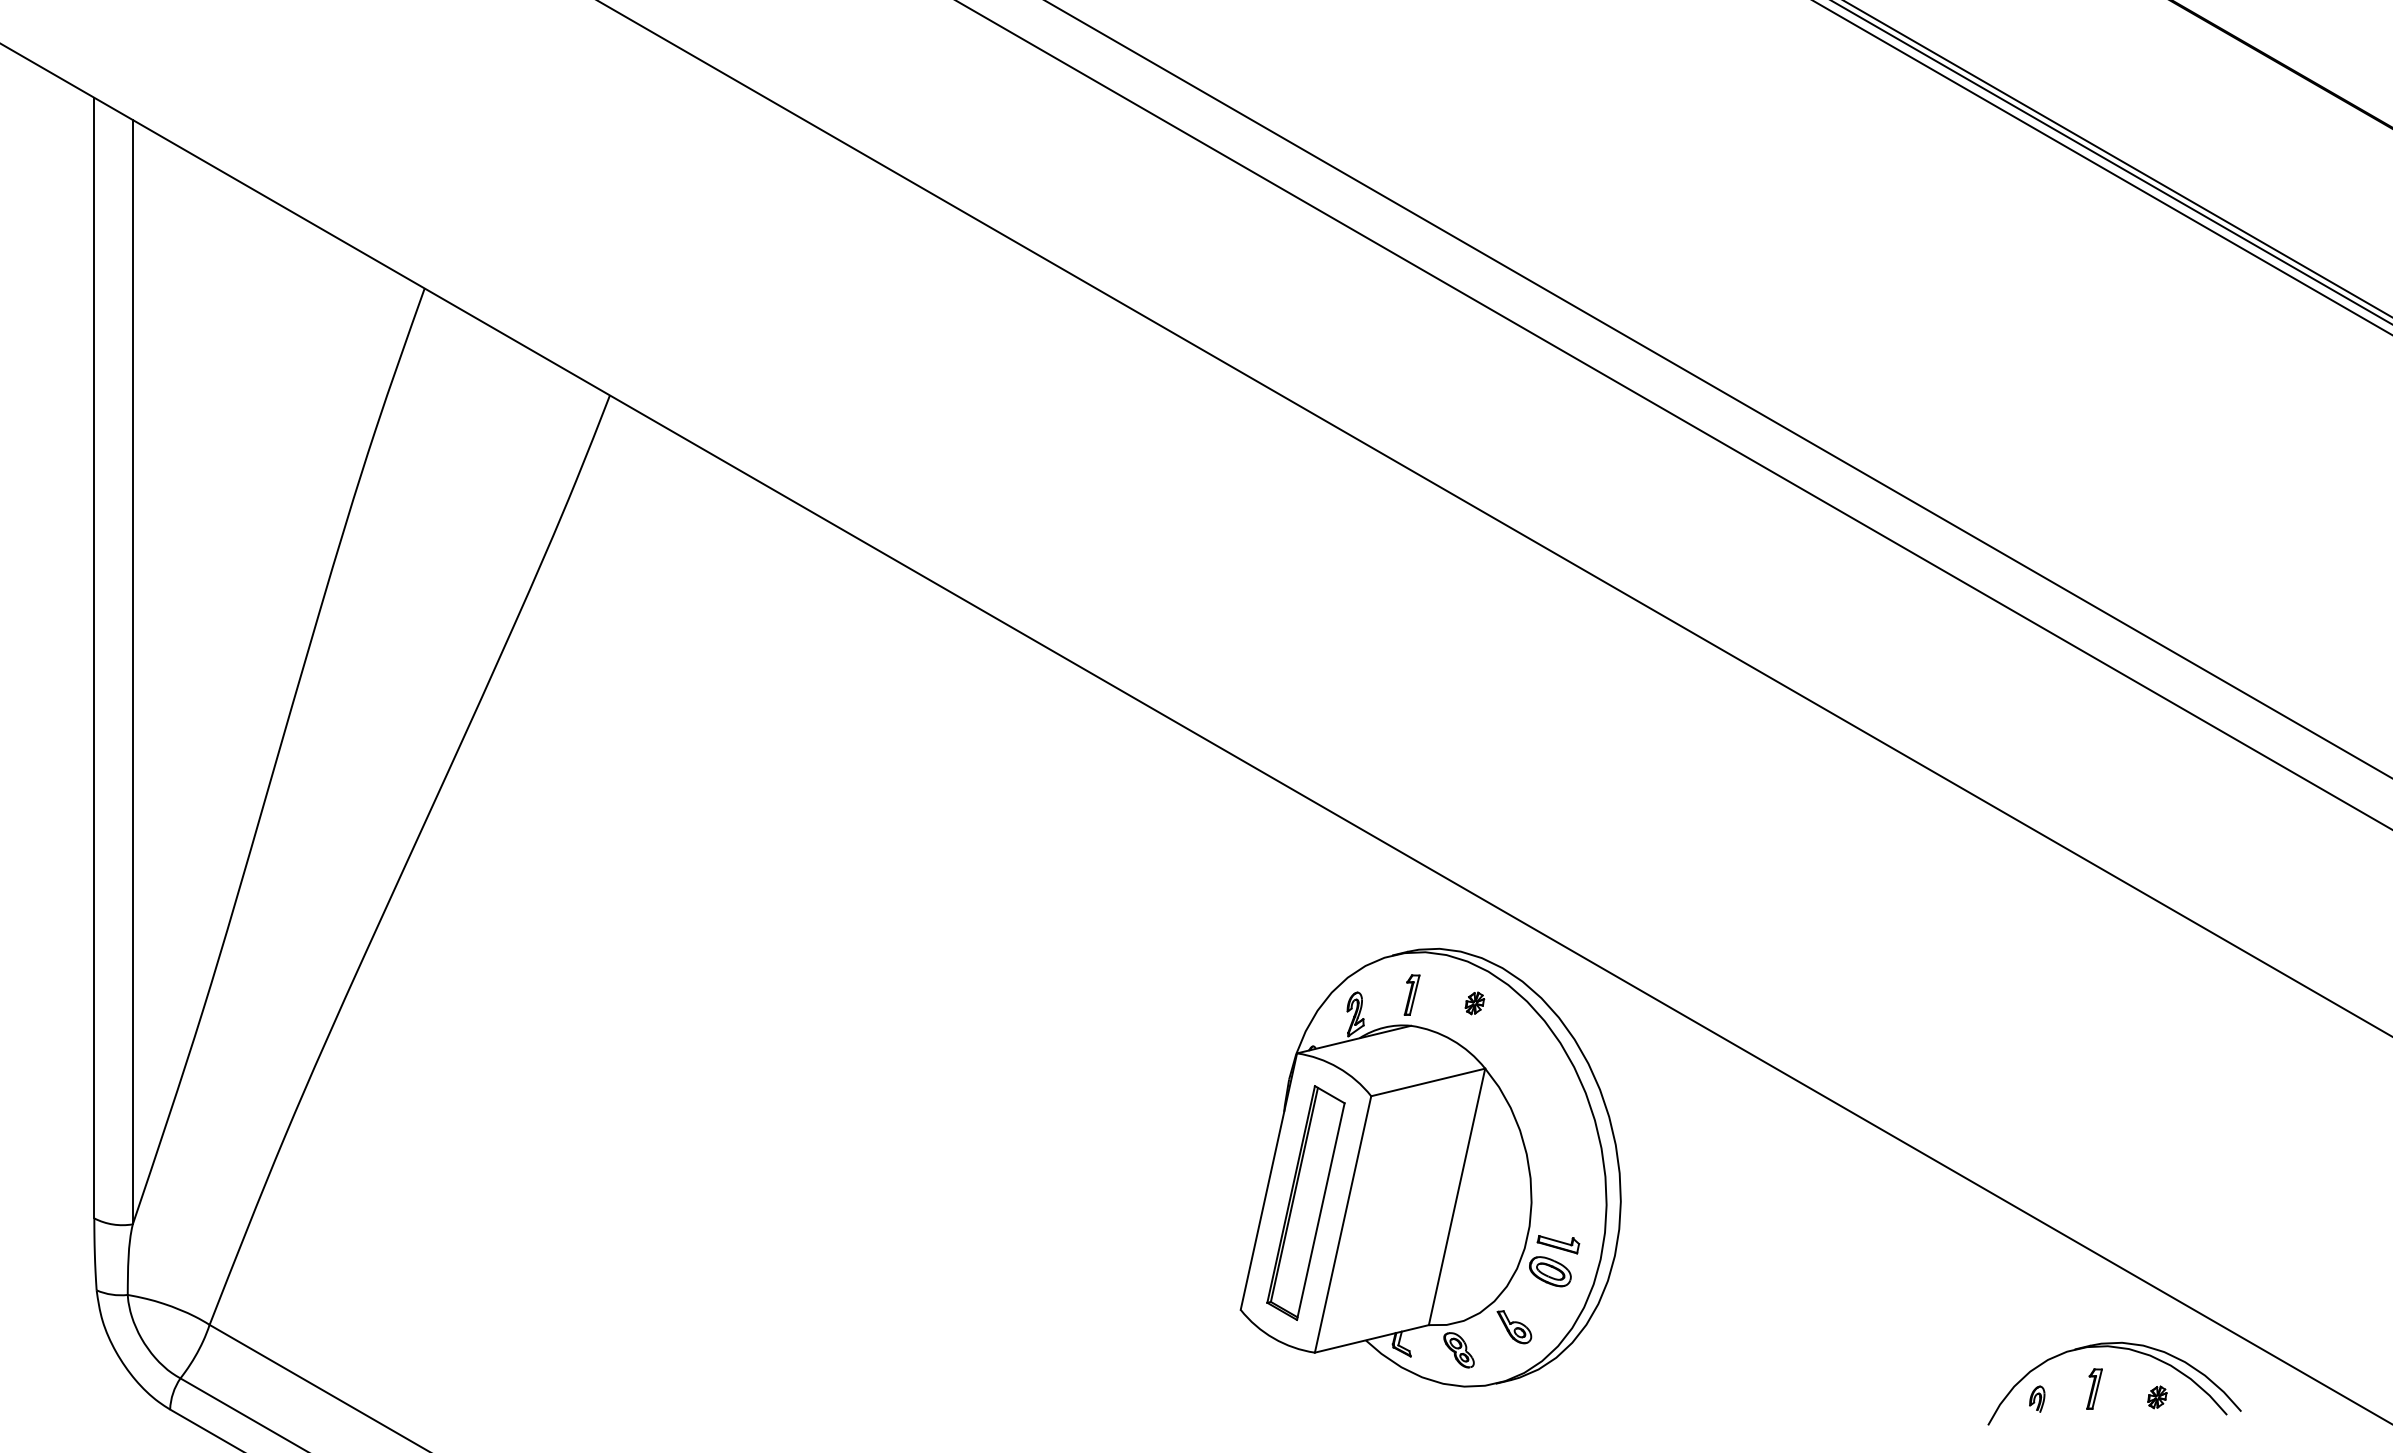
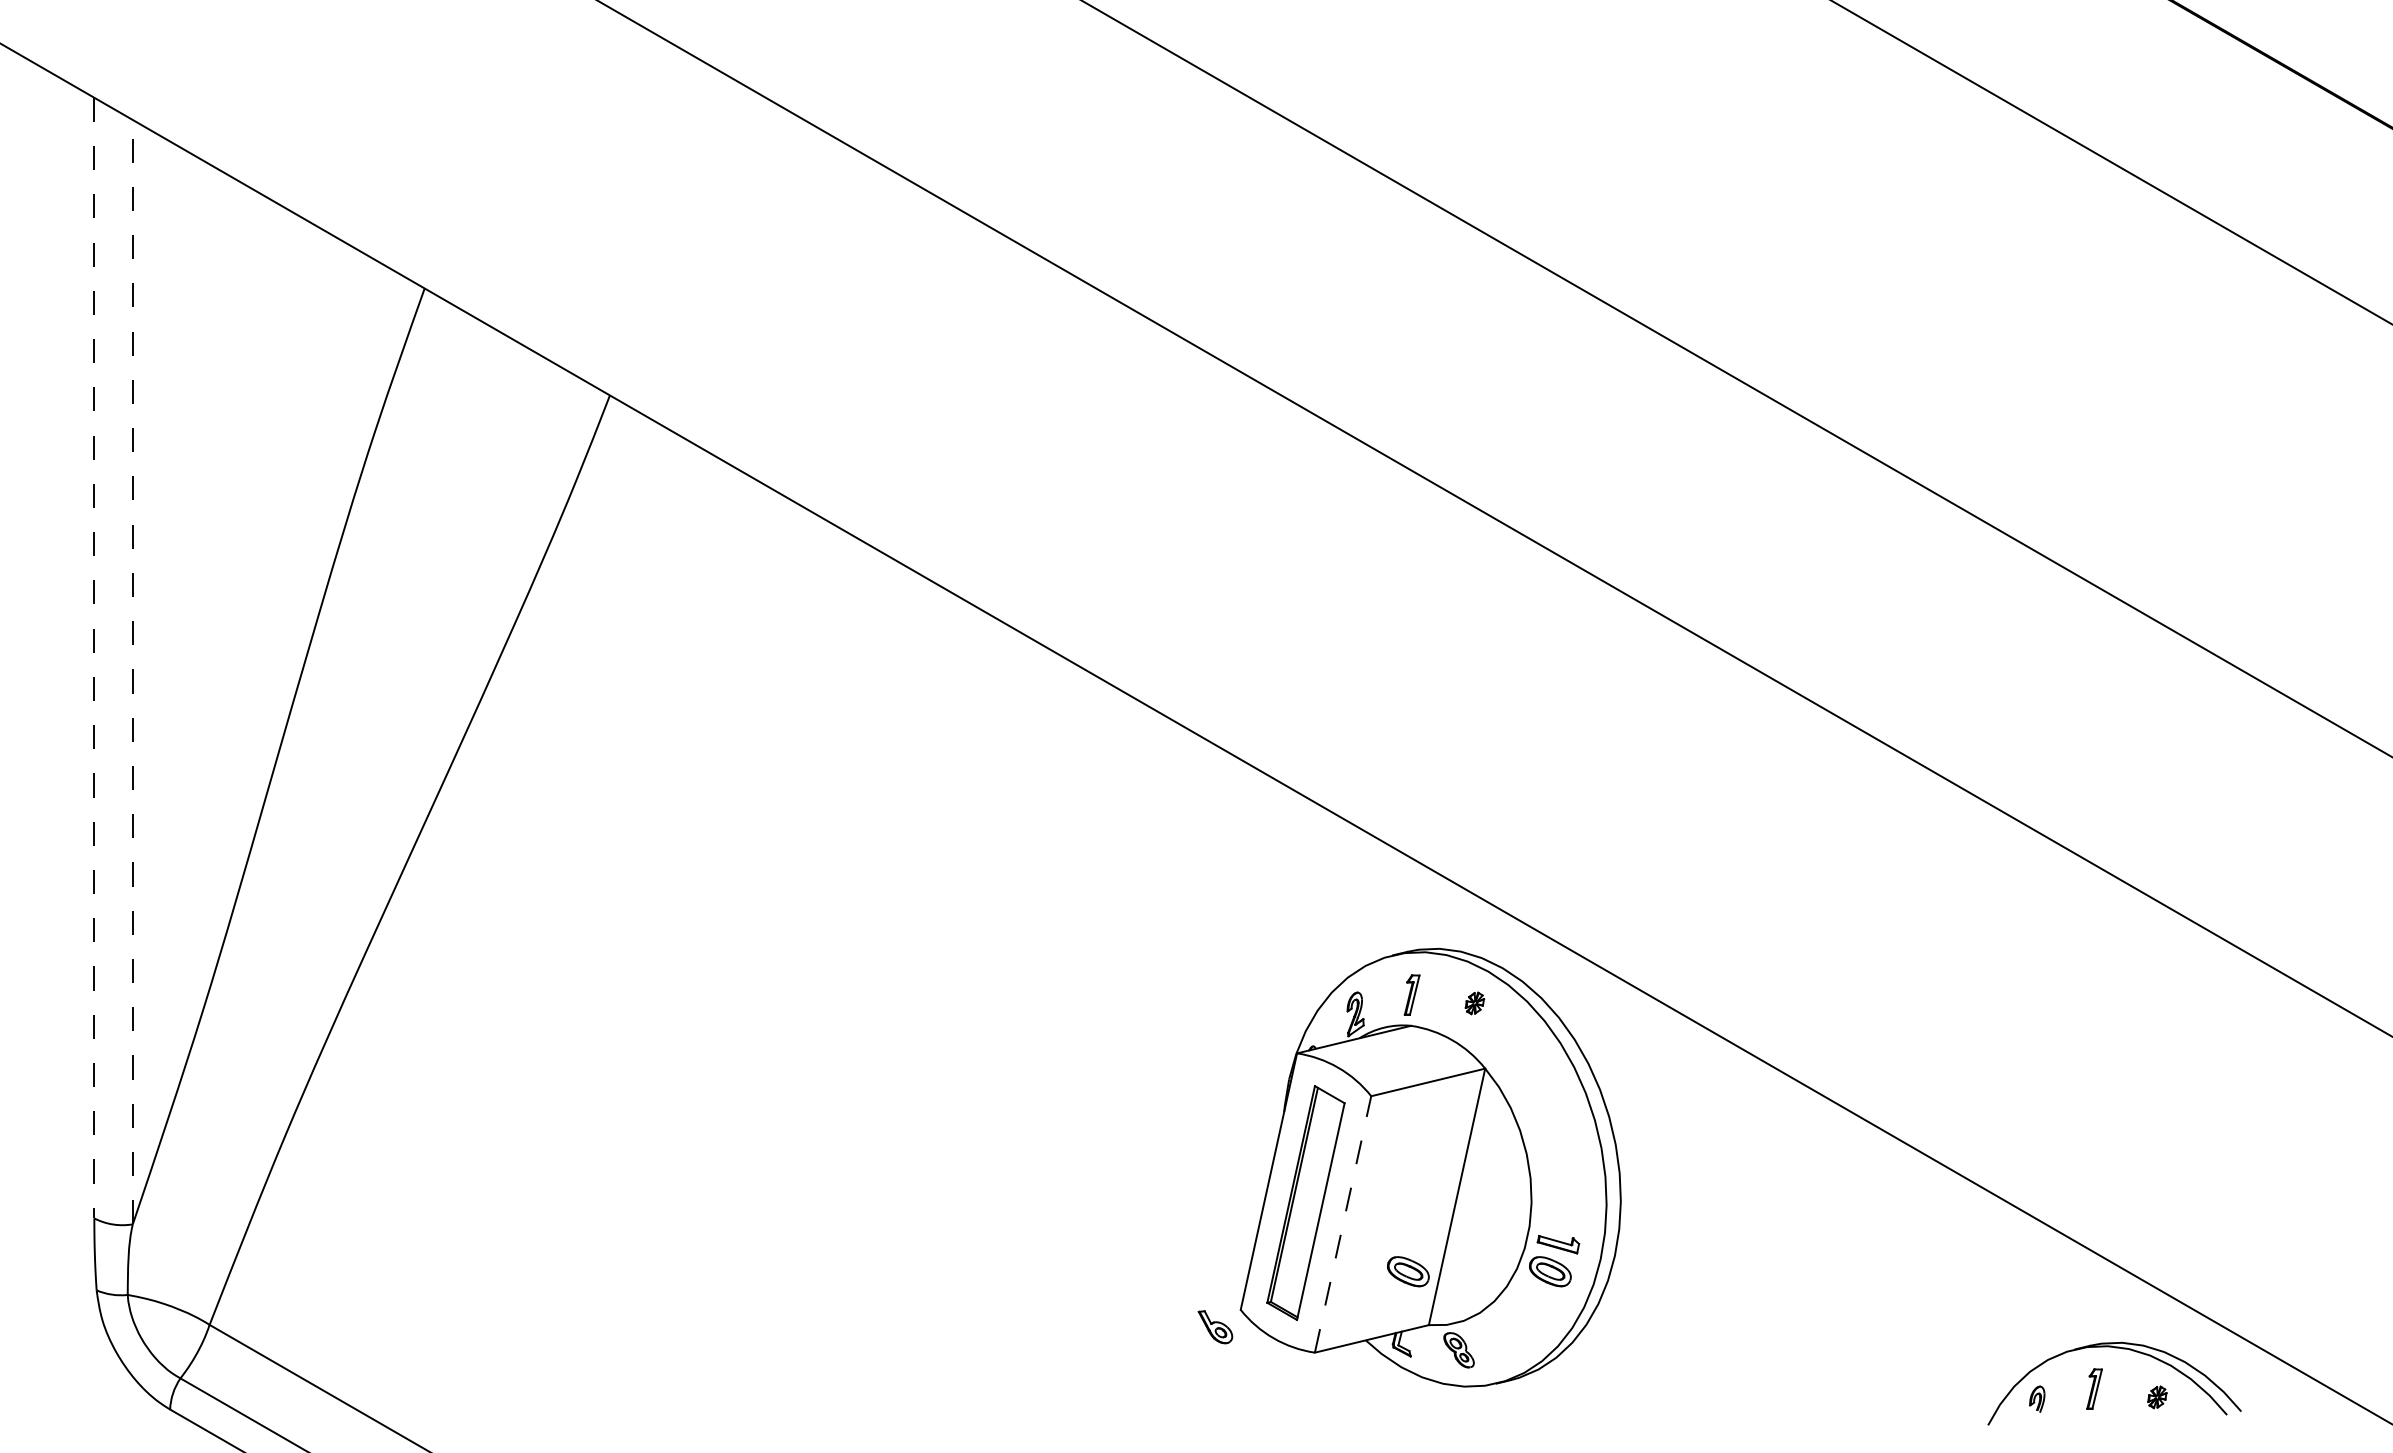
line at (2117, 159): present -> none
line at (2102, 167): present -> none
line at (1718, 389) position: (1718, 389) -> (1736, 378)
line at (1673, 415): present -> none
line at (94, 658): solid -> dashed
line at (132, 671): solid -> dashed
line at (1343, 1223): solid -> dashed
part at (1408, 1271): none -> present
part at (1514, 1327) position: (1514, 1327) -> (1215, 1327)
